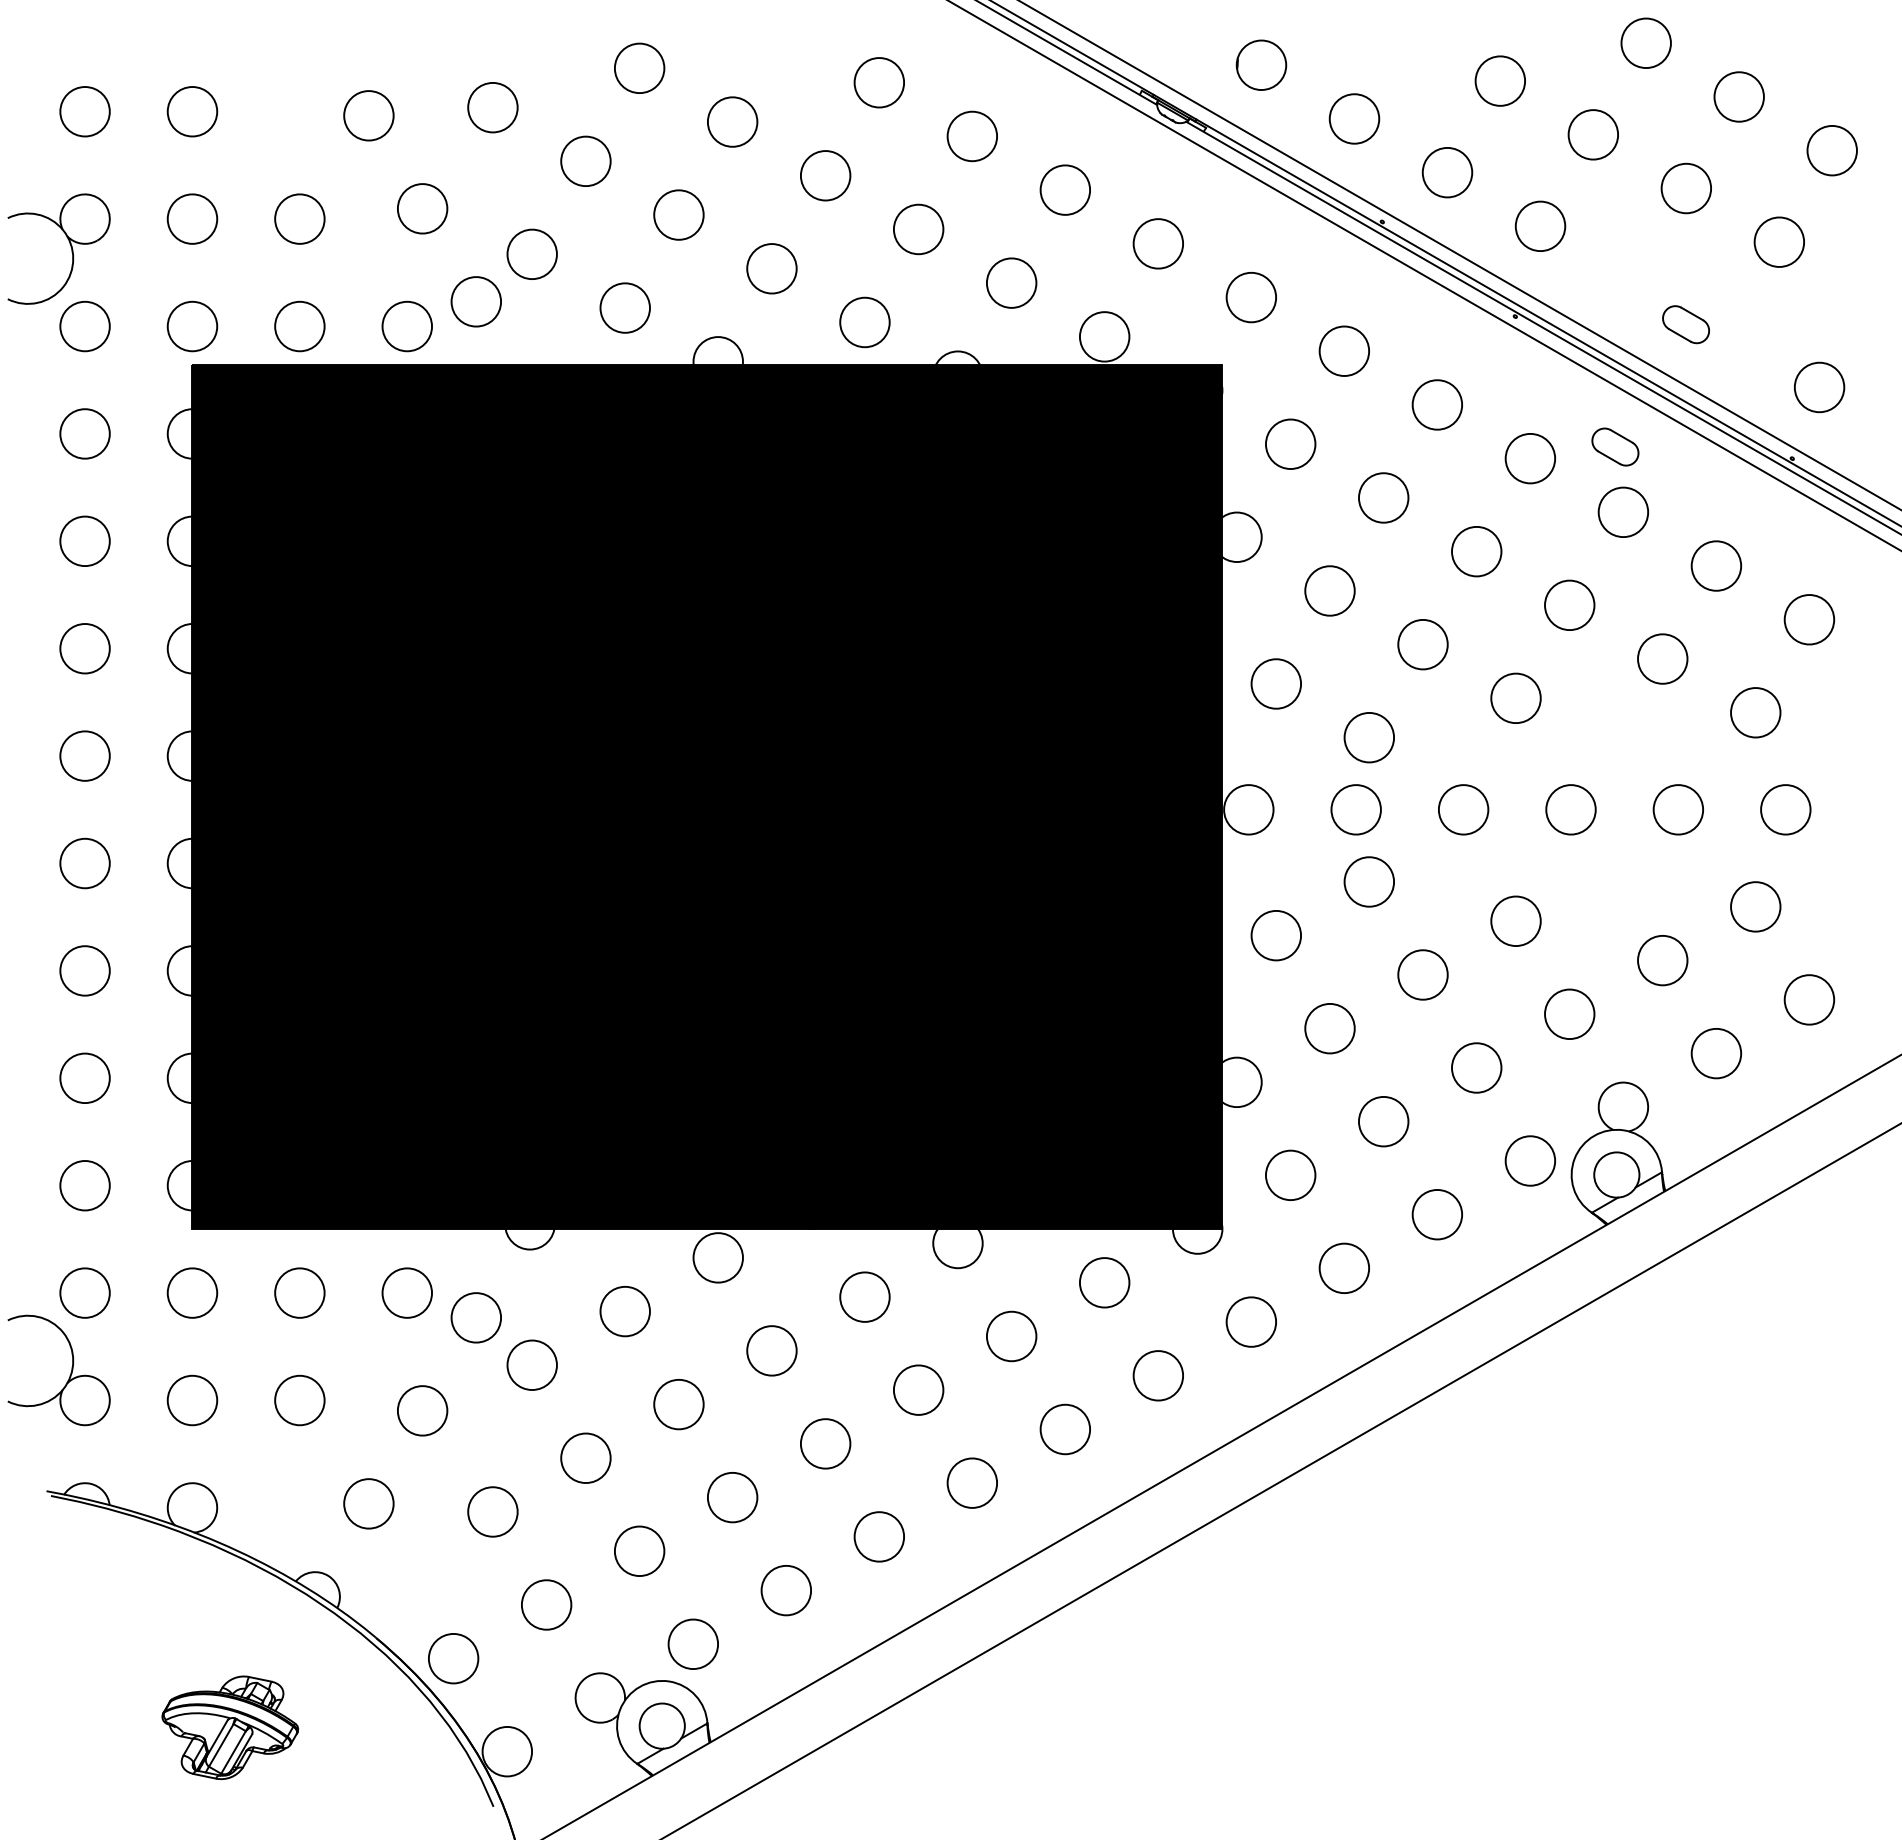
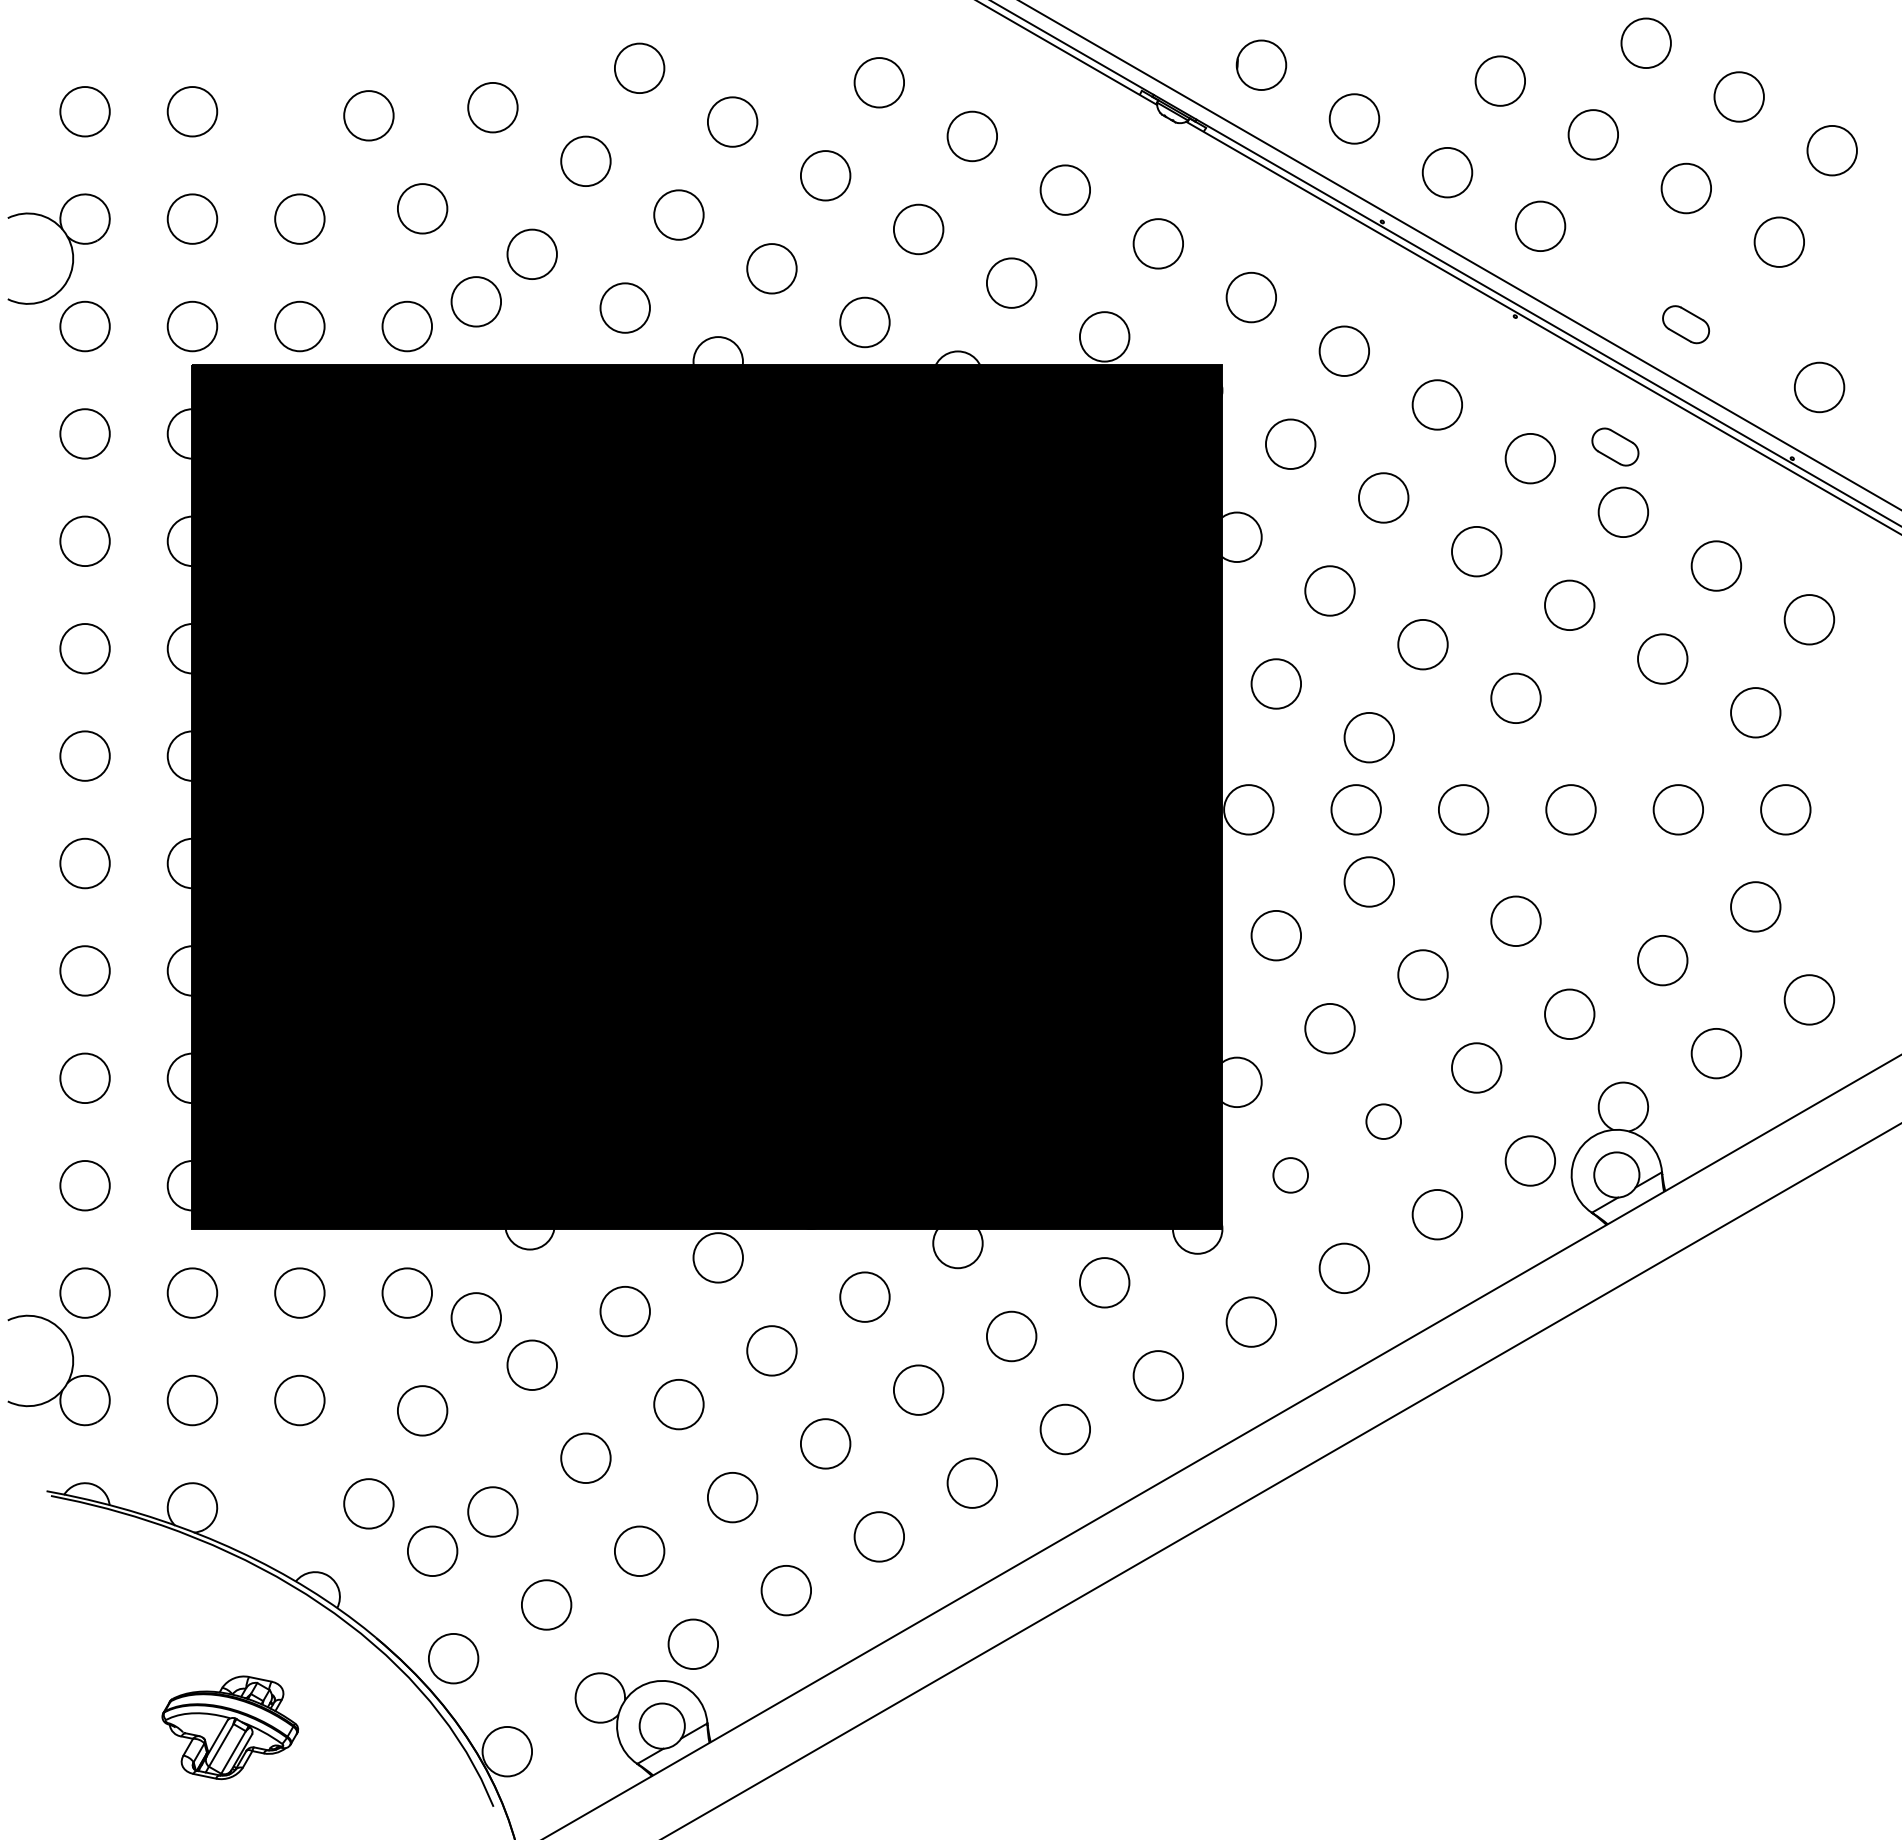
line at (1424, 275): present -> none
circle at (1383, 1121) diameter: 49 px -> 35 px
circle at (1290, 1175) diameter: 49 px -> 35 px
circle at (432, 1550): none -> present
